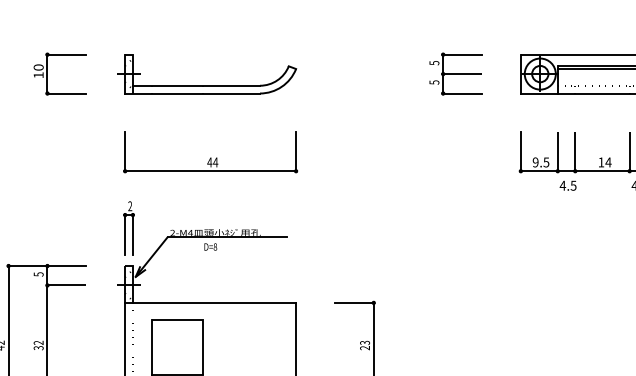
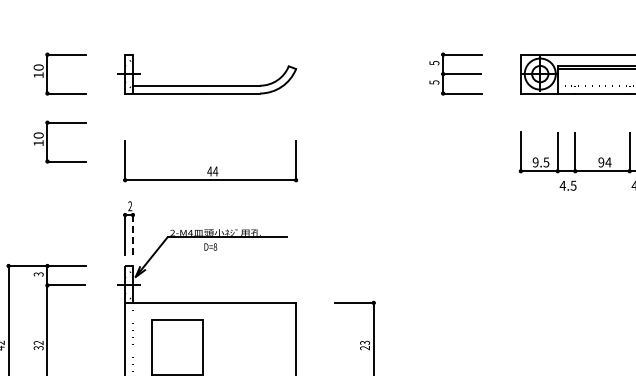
part at (47, 141): none -> present
part at (210, 152) position: (210, 152) -> (210, 161)
text at (601, 162): 14 -> 94
line at (132, 235): solid -> dashed
text at (37, 274): 5 -> 3
